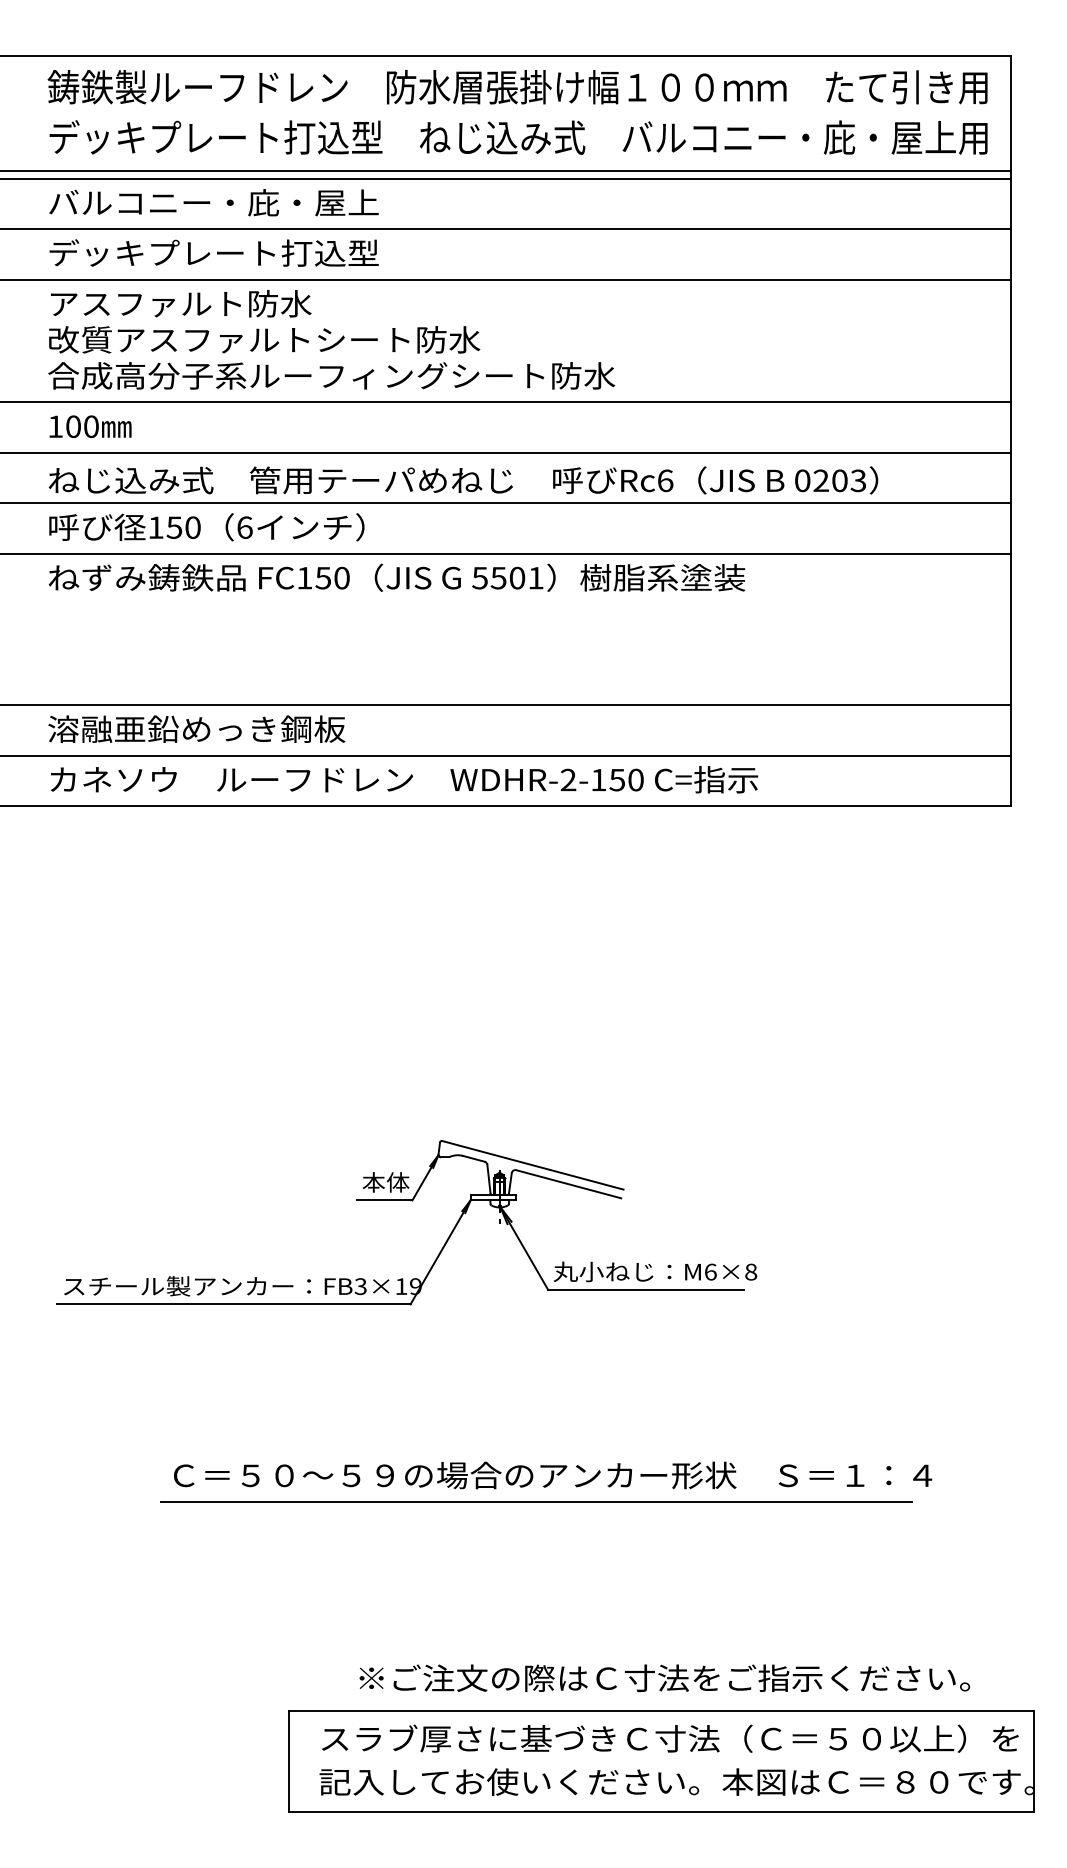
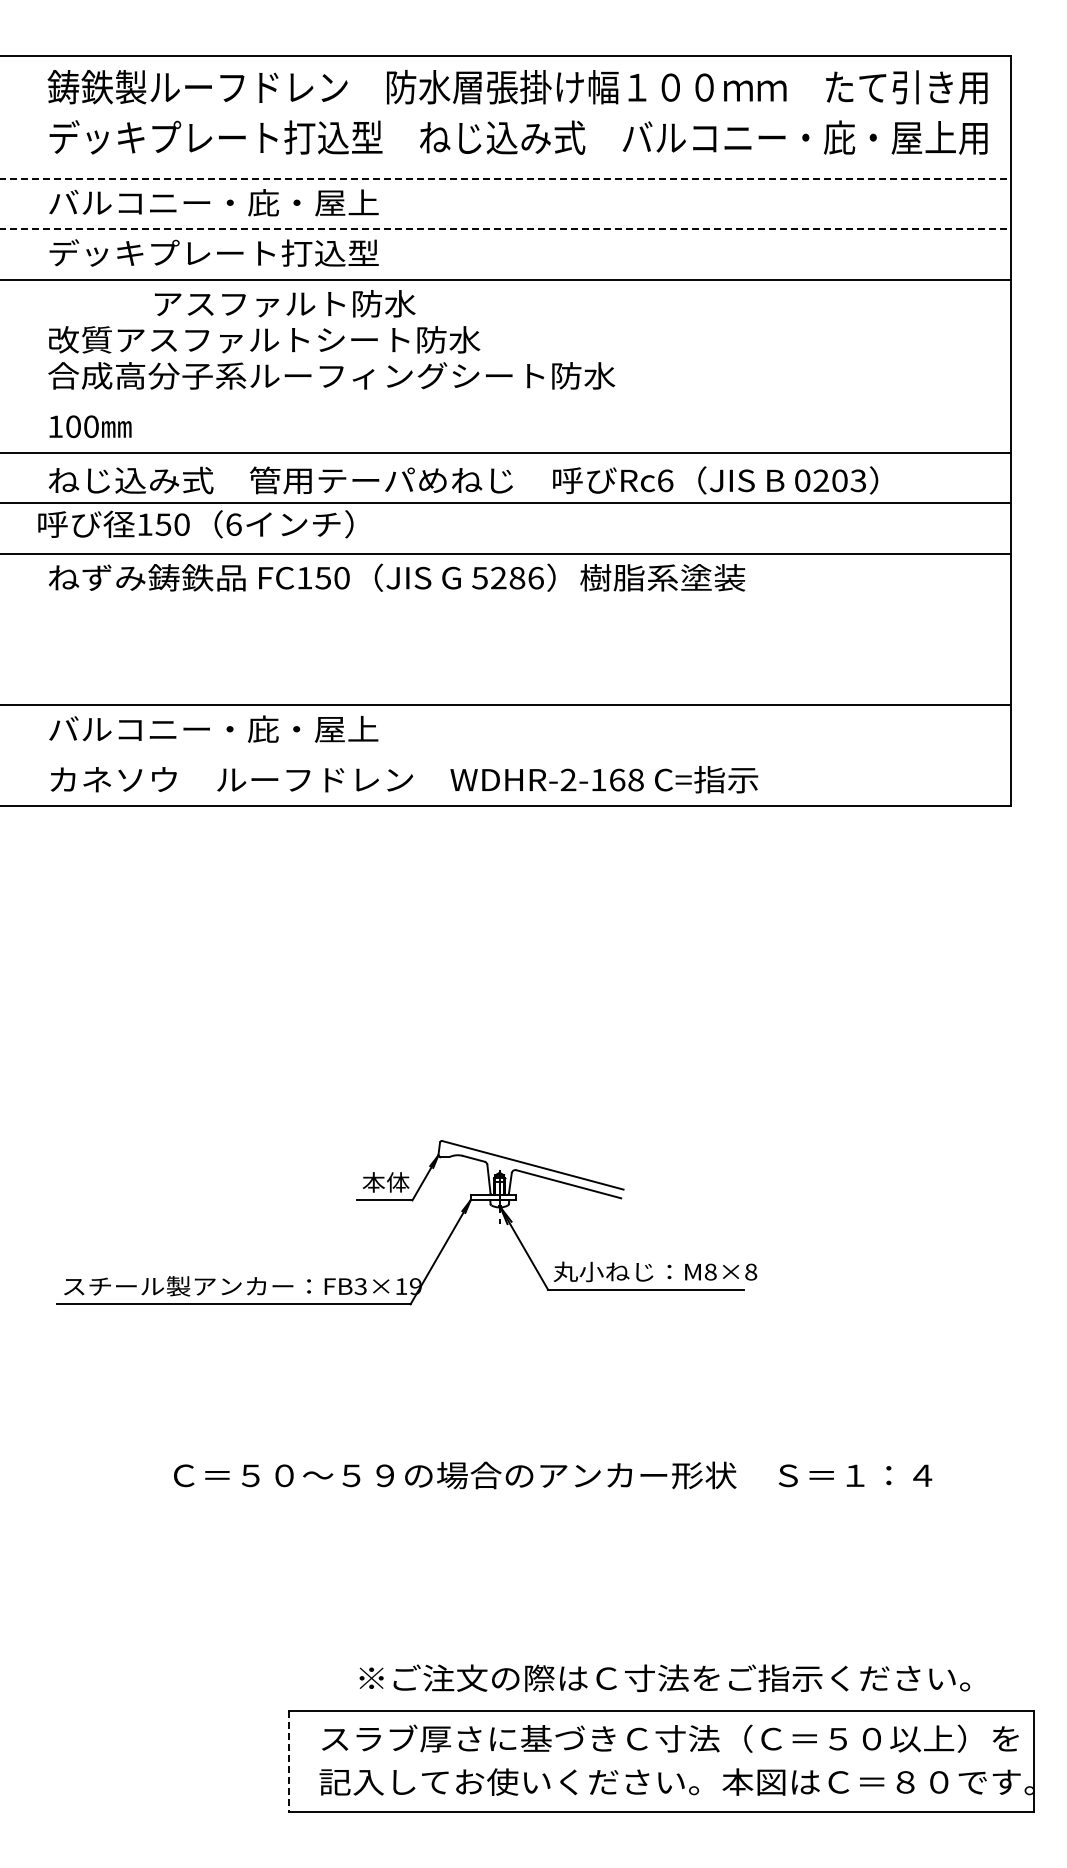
line at (506, 171): present -> none
line at (506, 178): solid -> dashed
line at (506, 229): solid -> dashed
text at (181, 303) position: (181, 303) -> (285, 303)
line at (506, 402): present -> none
text at (206, 527) position: (206, 527) -> (195, 524)
text at (516, 577): 5501 -> 5286
text at (213, 728): 溶融亜鉛めっき鋼板 -> バルコニー・庇・屋上
line at (506, 755): present -> none
text at (626, 779): WDHR-2-150 -> WDHR-2-168
text at (710, 1271): M6×8 -> M8×8
line at (536, 1501): present -> none
line at (288, 1761): solid -> dashed
